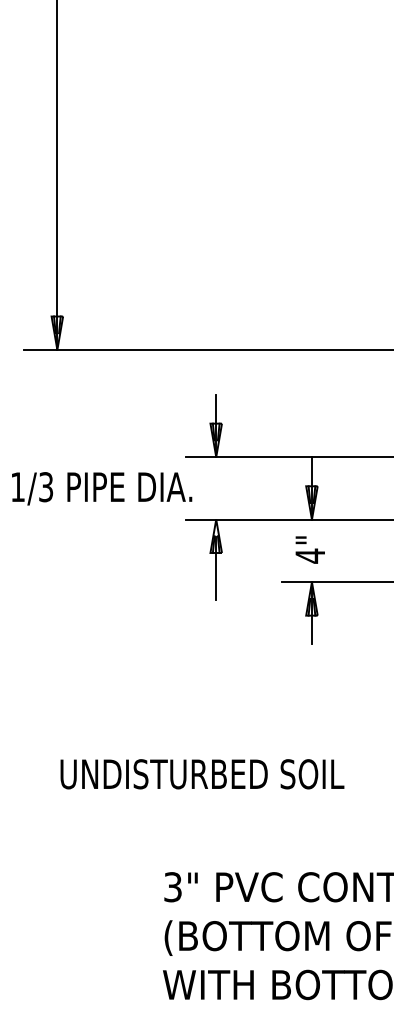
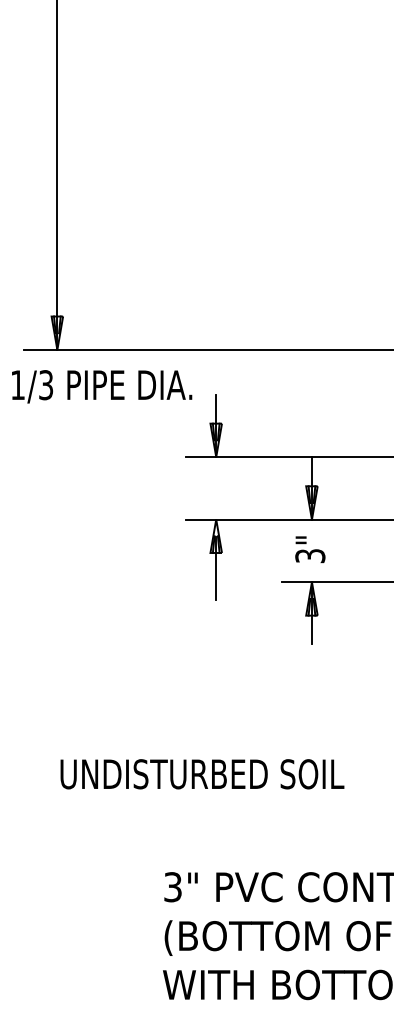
text at (102, 488) position: (102, 488) -> (102, 386)
text at (310, 555): 4" -> 3"
